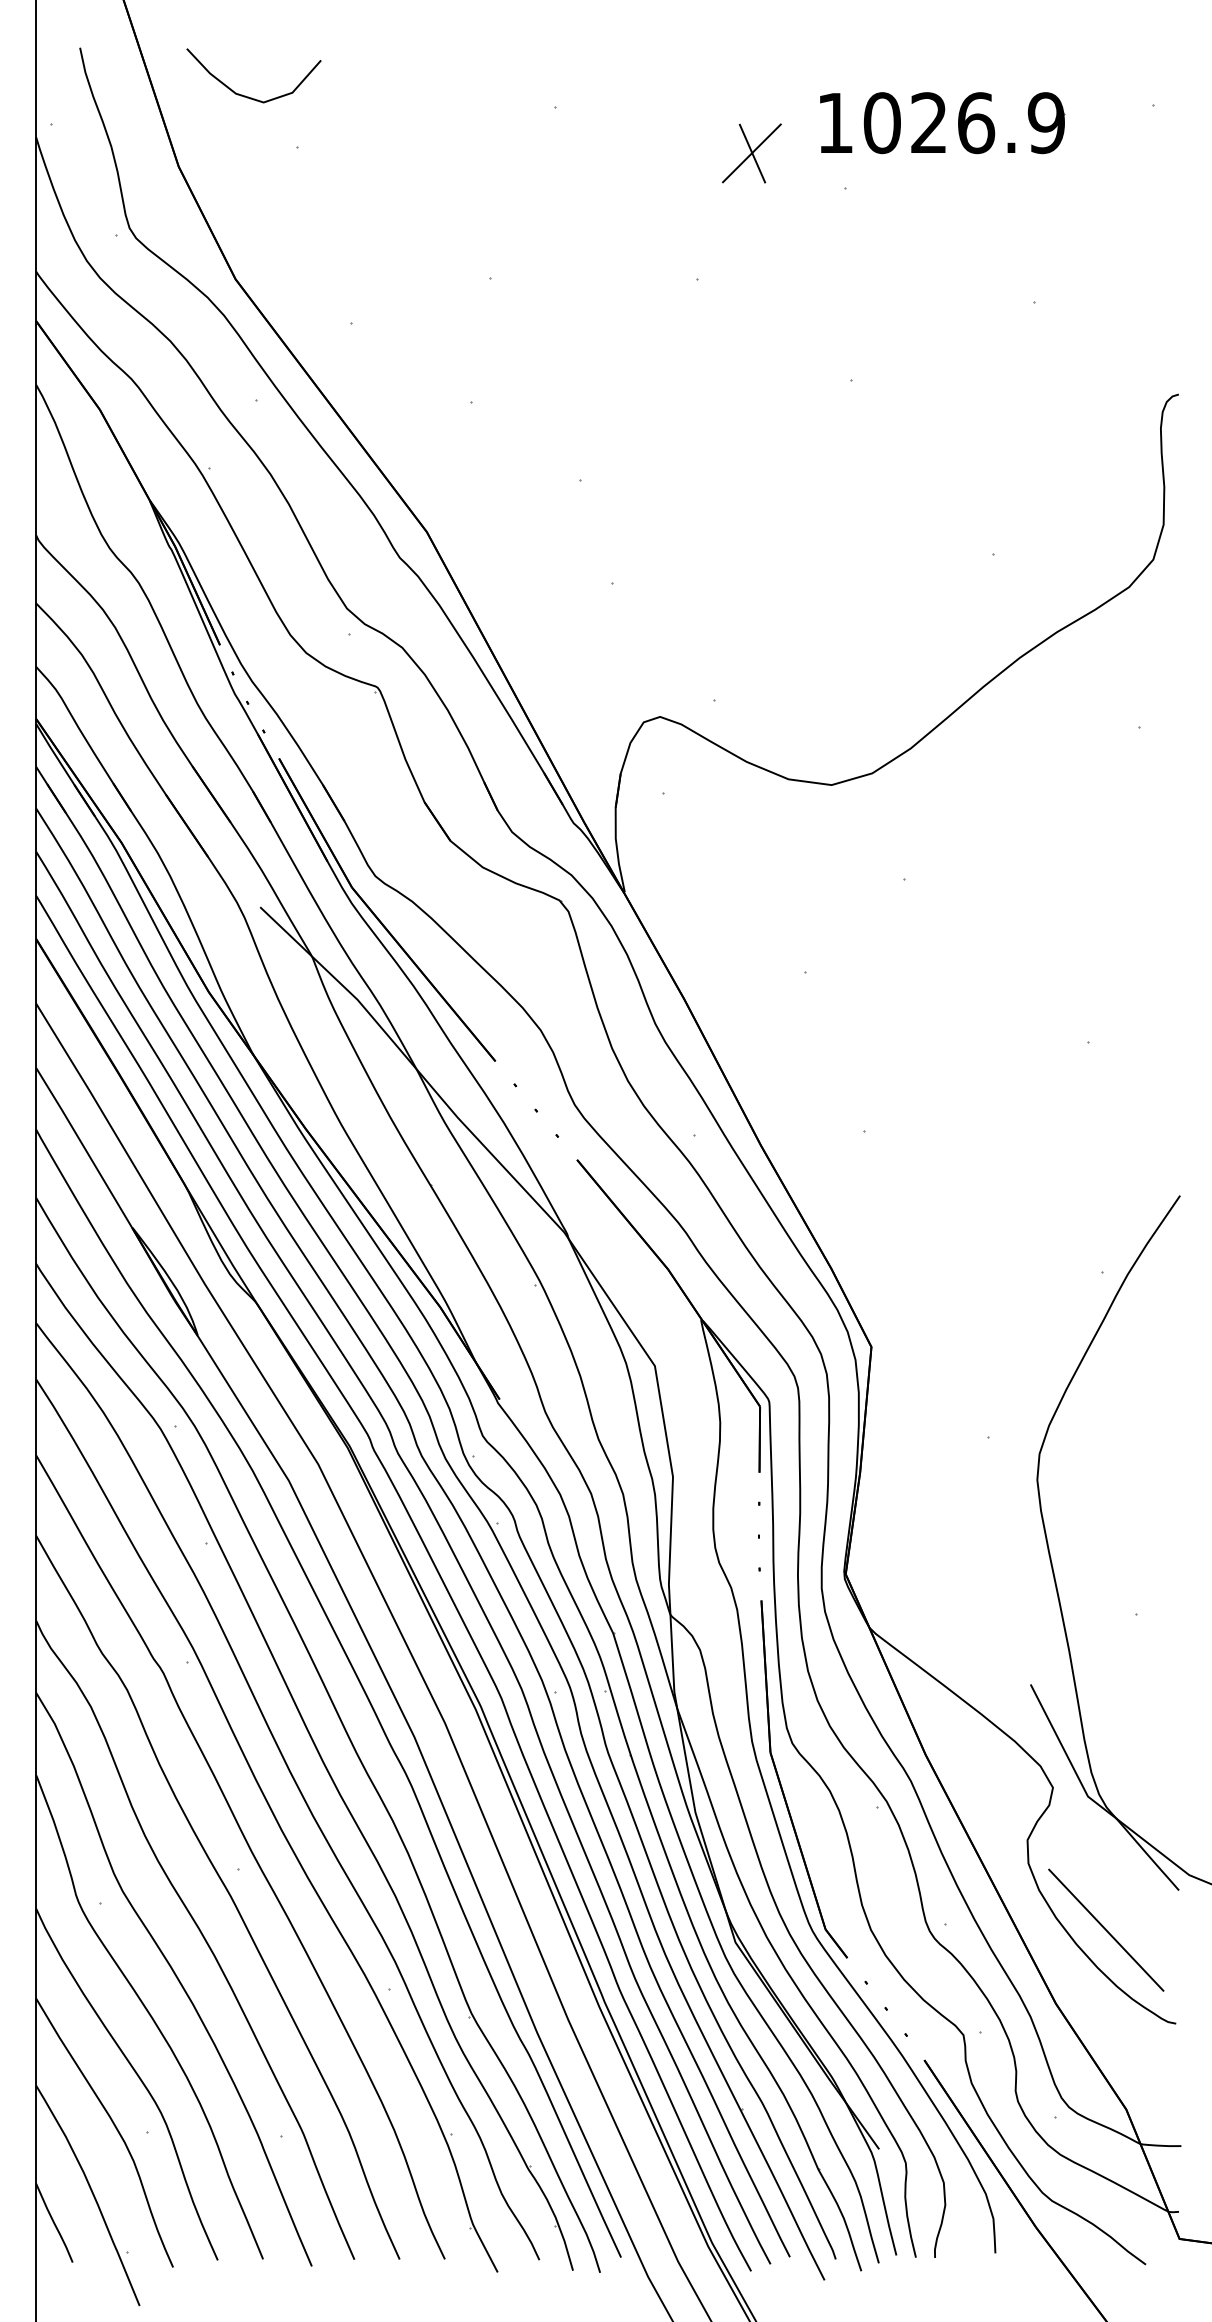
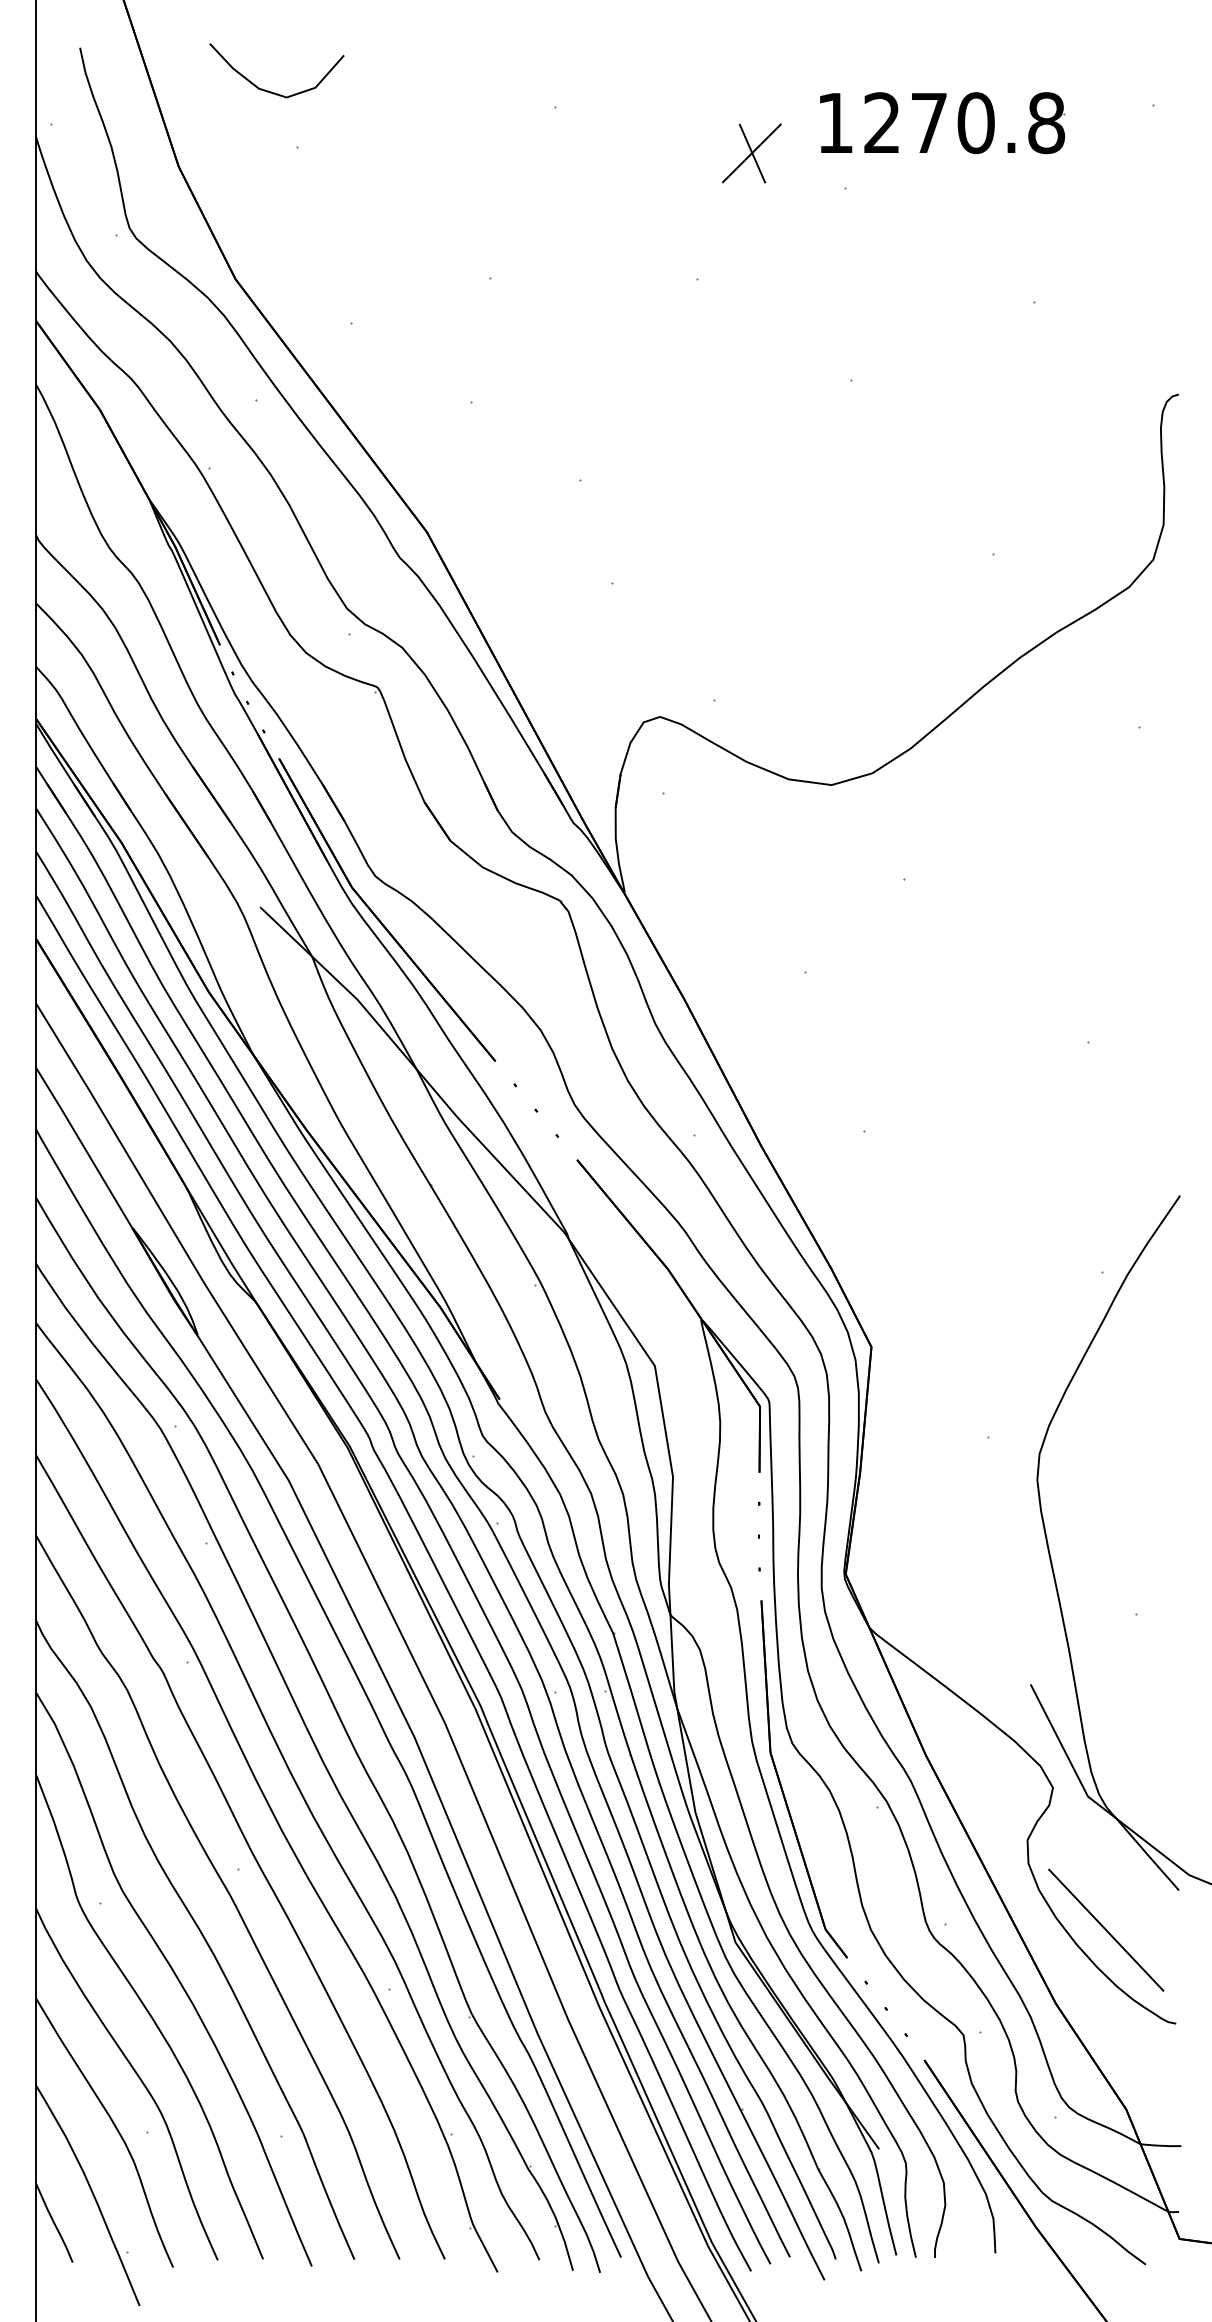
curve at (245, 95) position: (245, 95) -> (268, 90)
text at (964, 123): 1026.9 -> 1270.8
